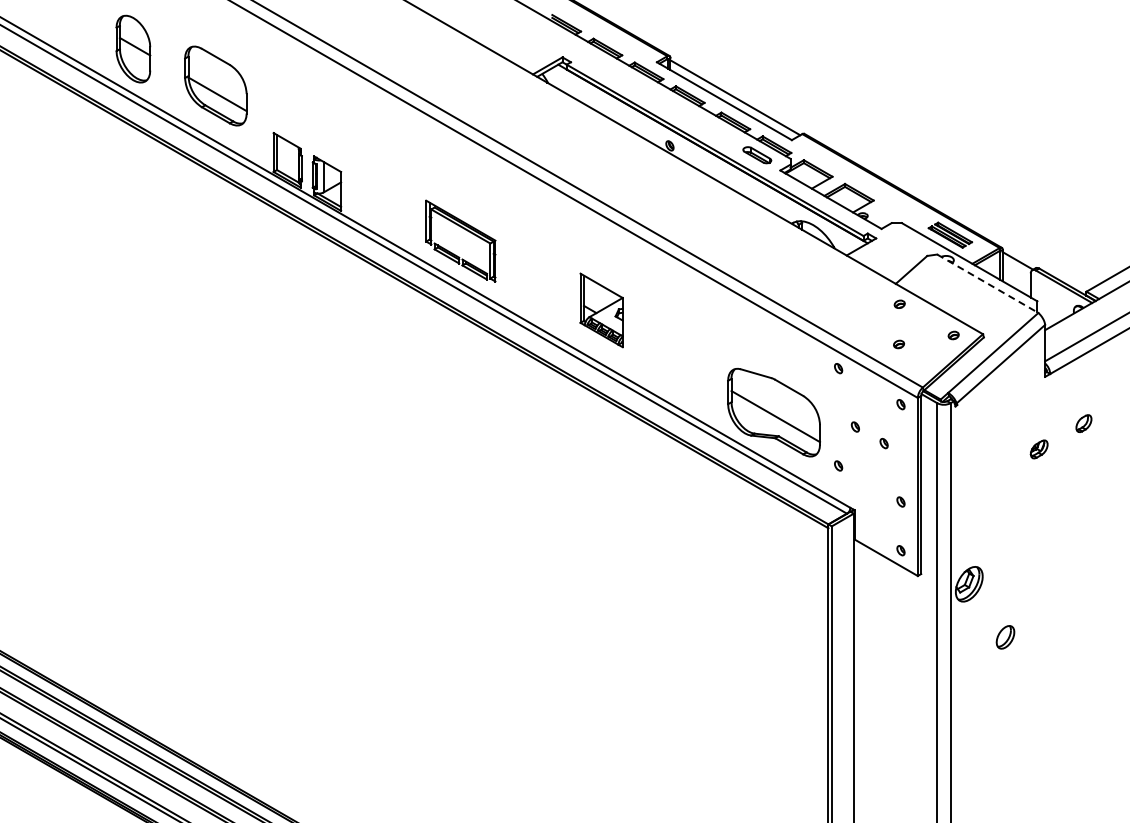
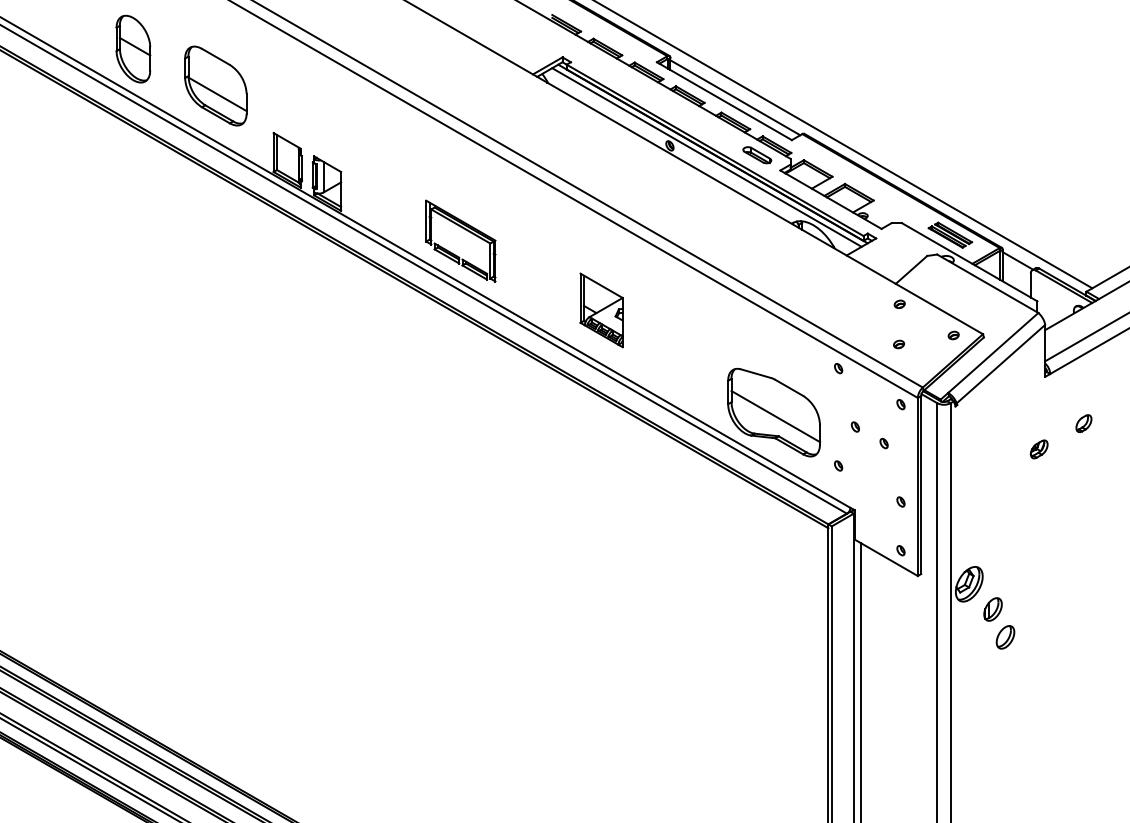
line at (844, 145): none -> present
line at (706, 157): none -> present
line at (988, 284): dashed -> solid
part at (992, 609): none -> present
line at (860, 680): none -> present
